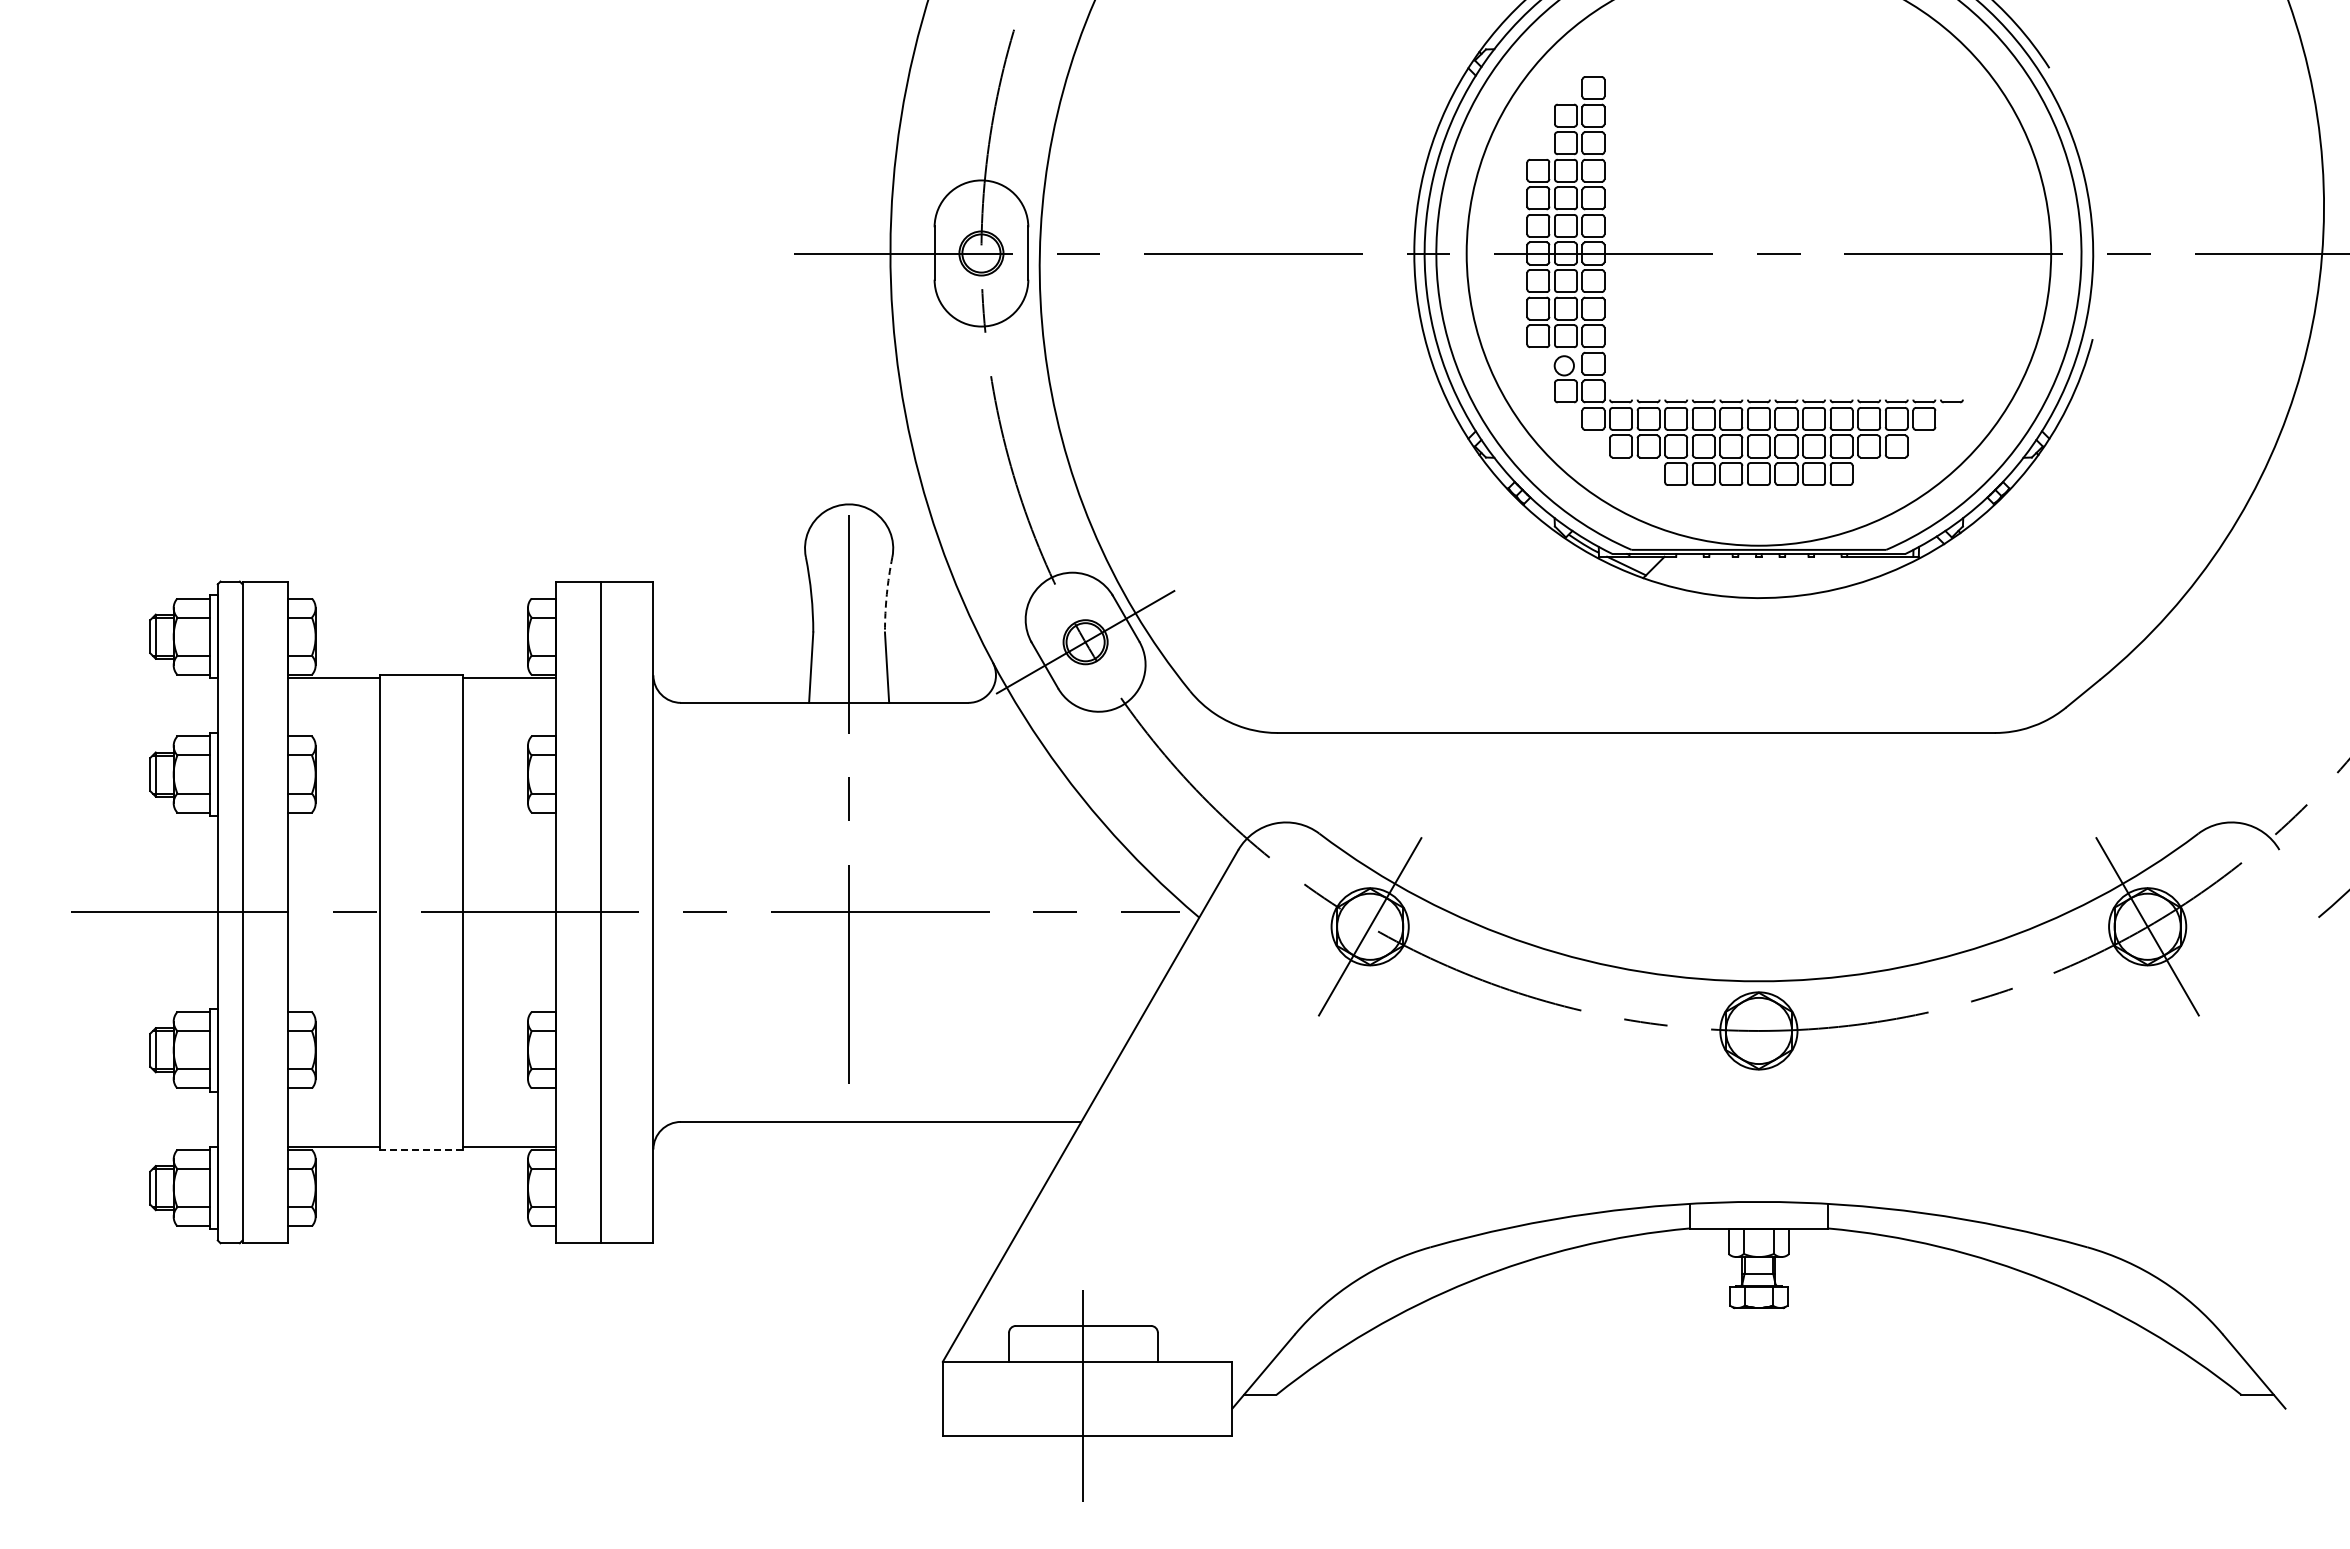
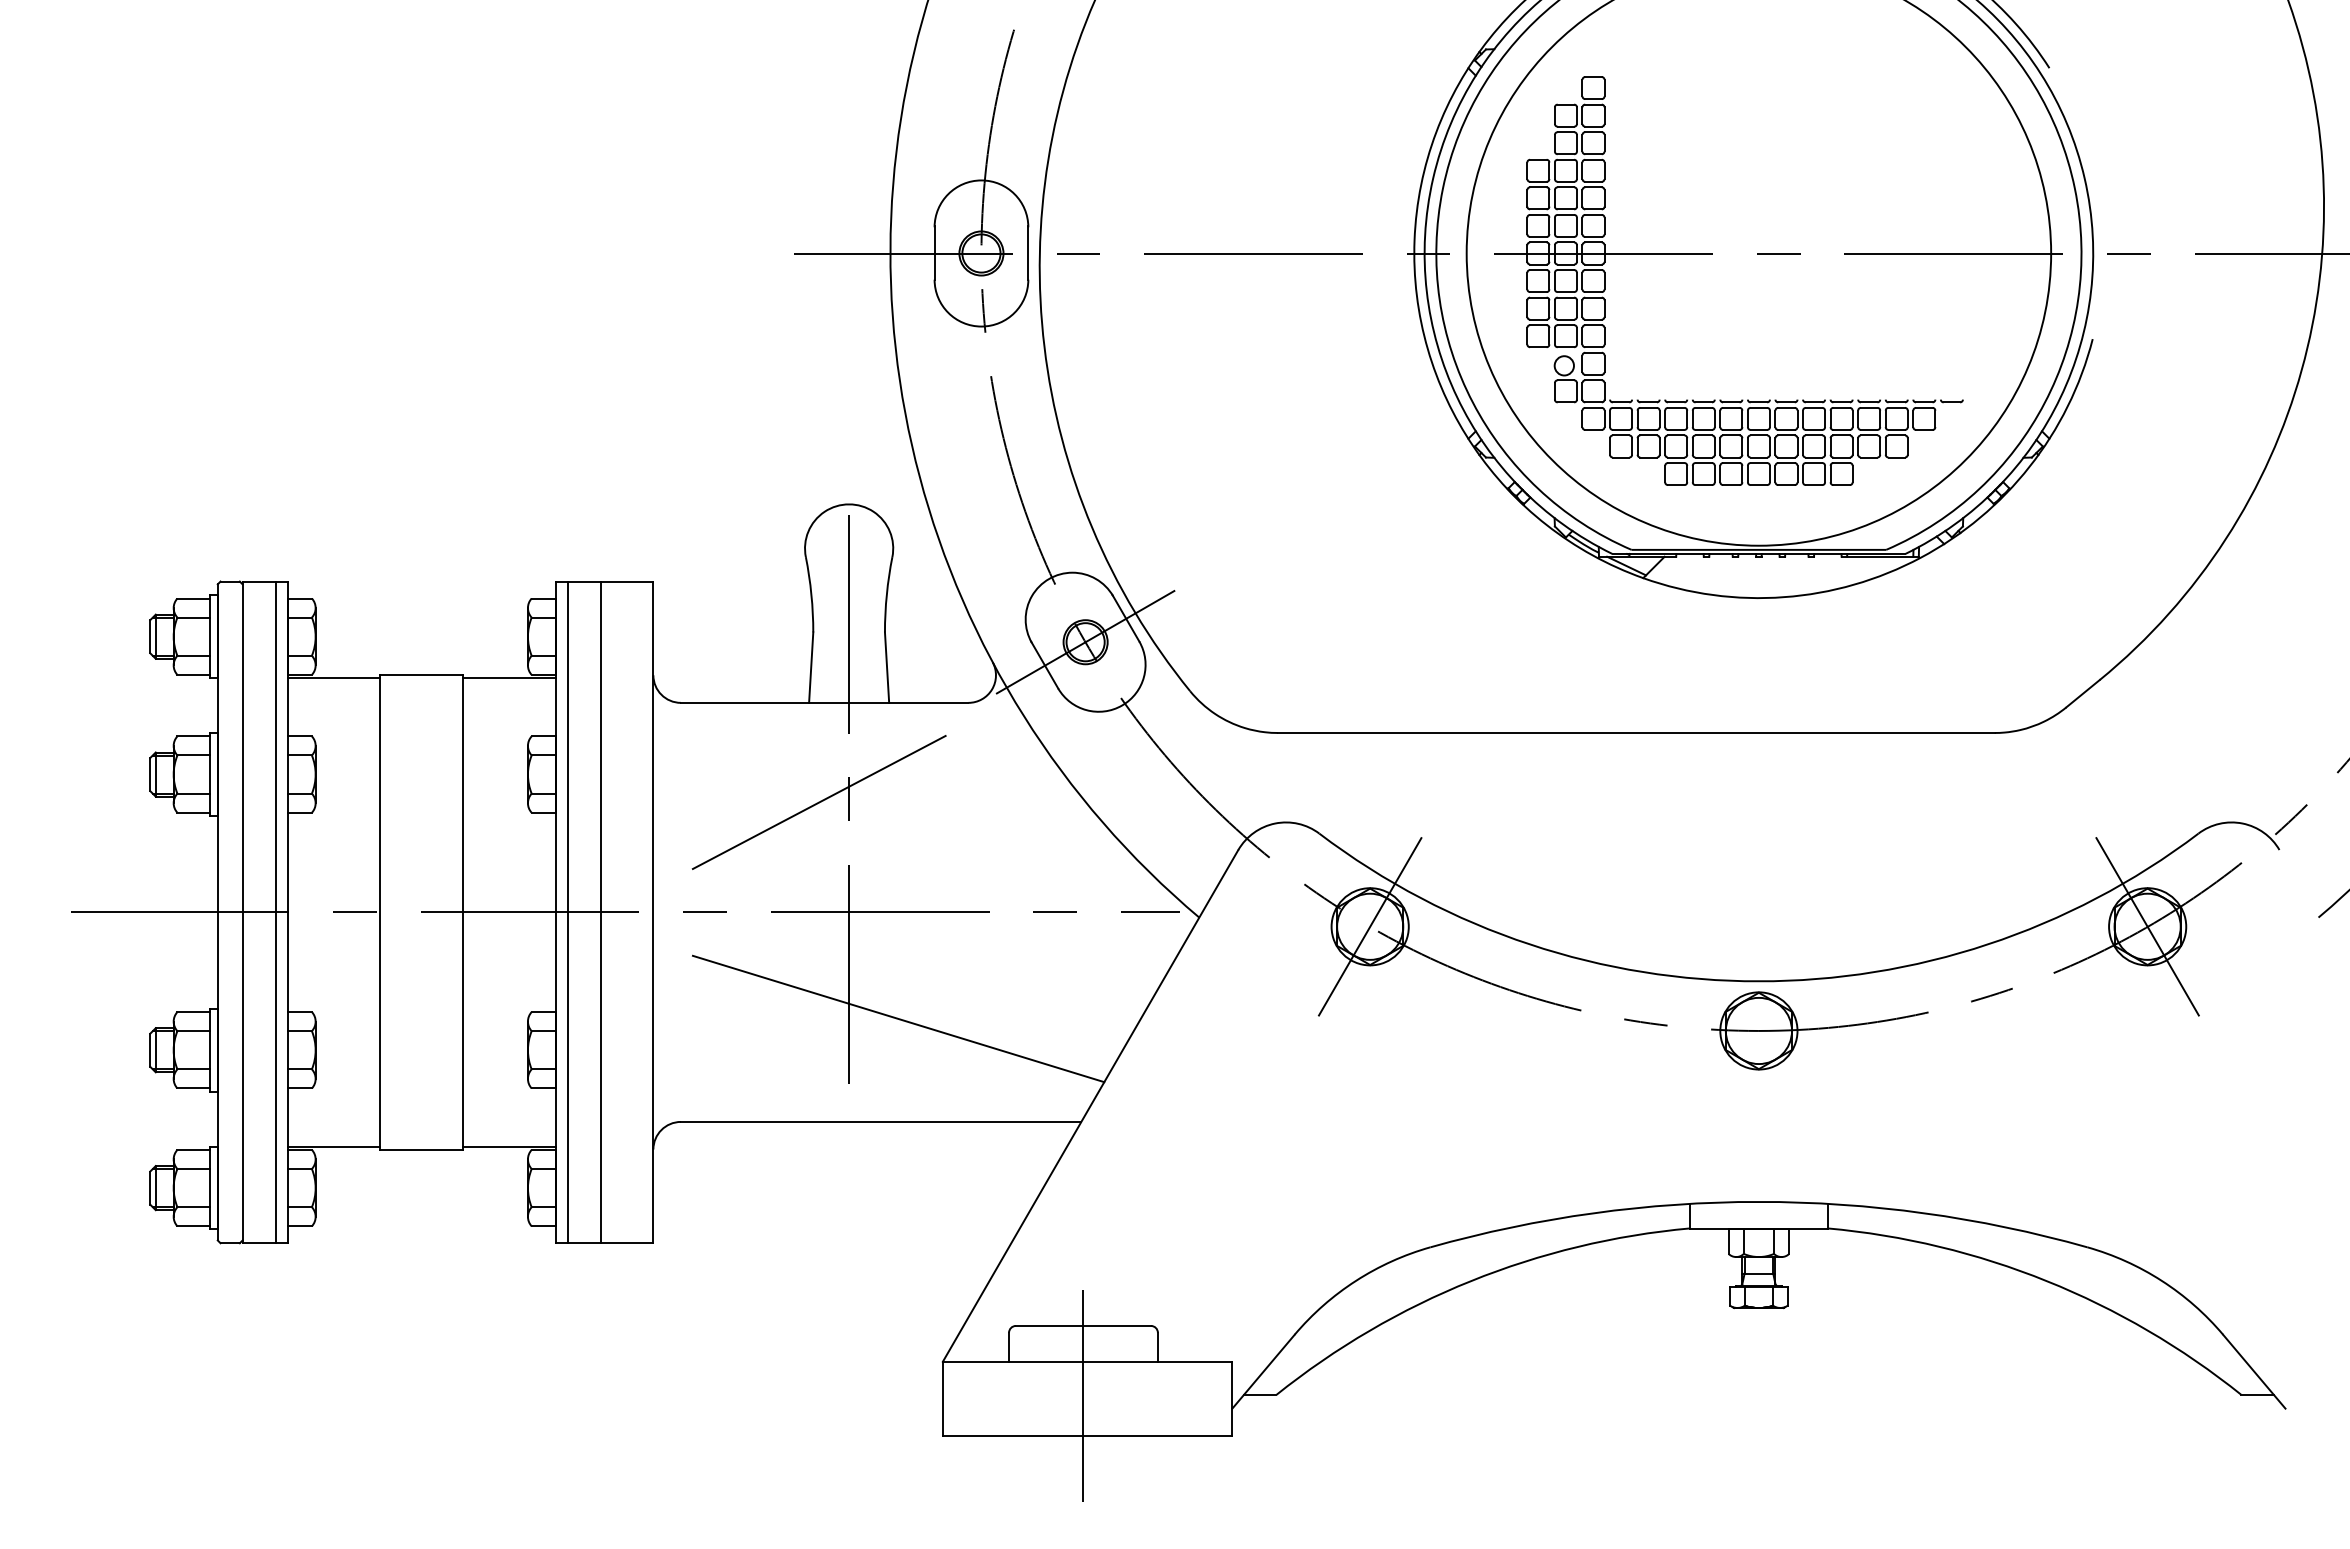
arc at (886, 594): dashed -> solid
line at (818, 801): none -> present
line at (275, 912): none -> present
line at (567, 912): none -> present
line at (898, 1018): none -> present
line at (421, 1149): dashed -> solid
